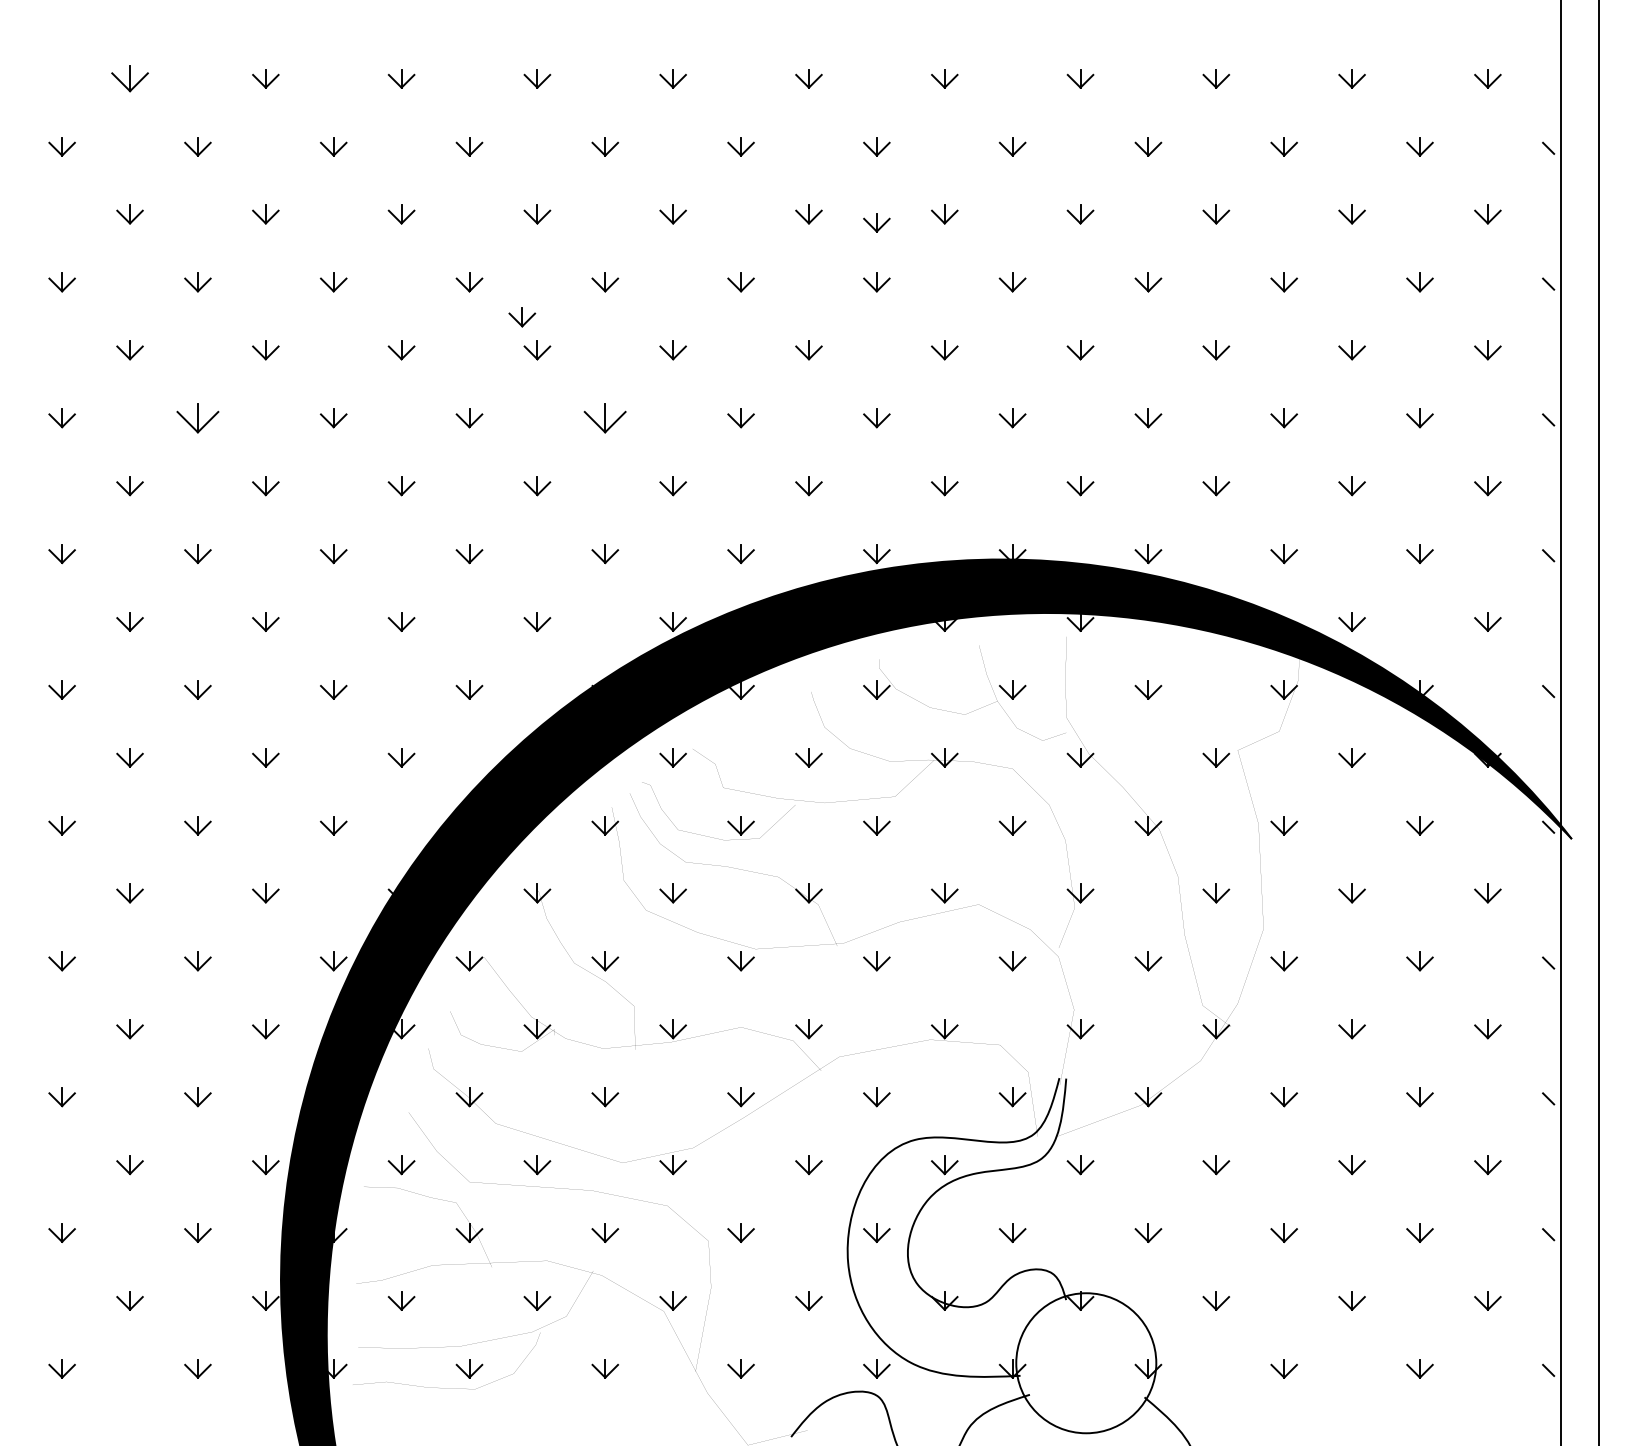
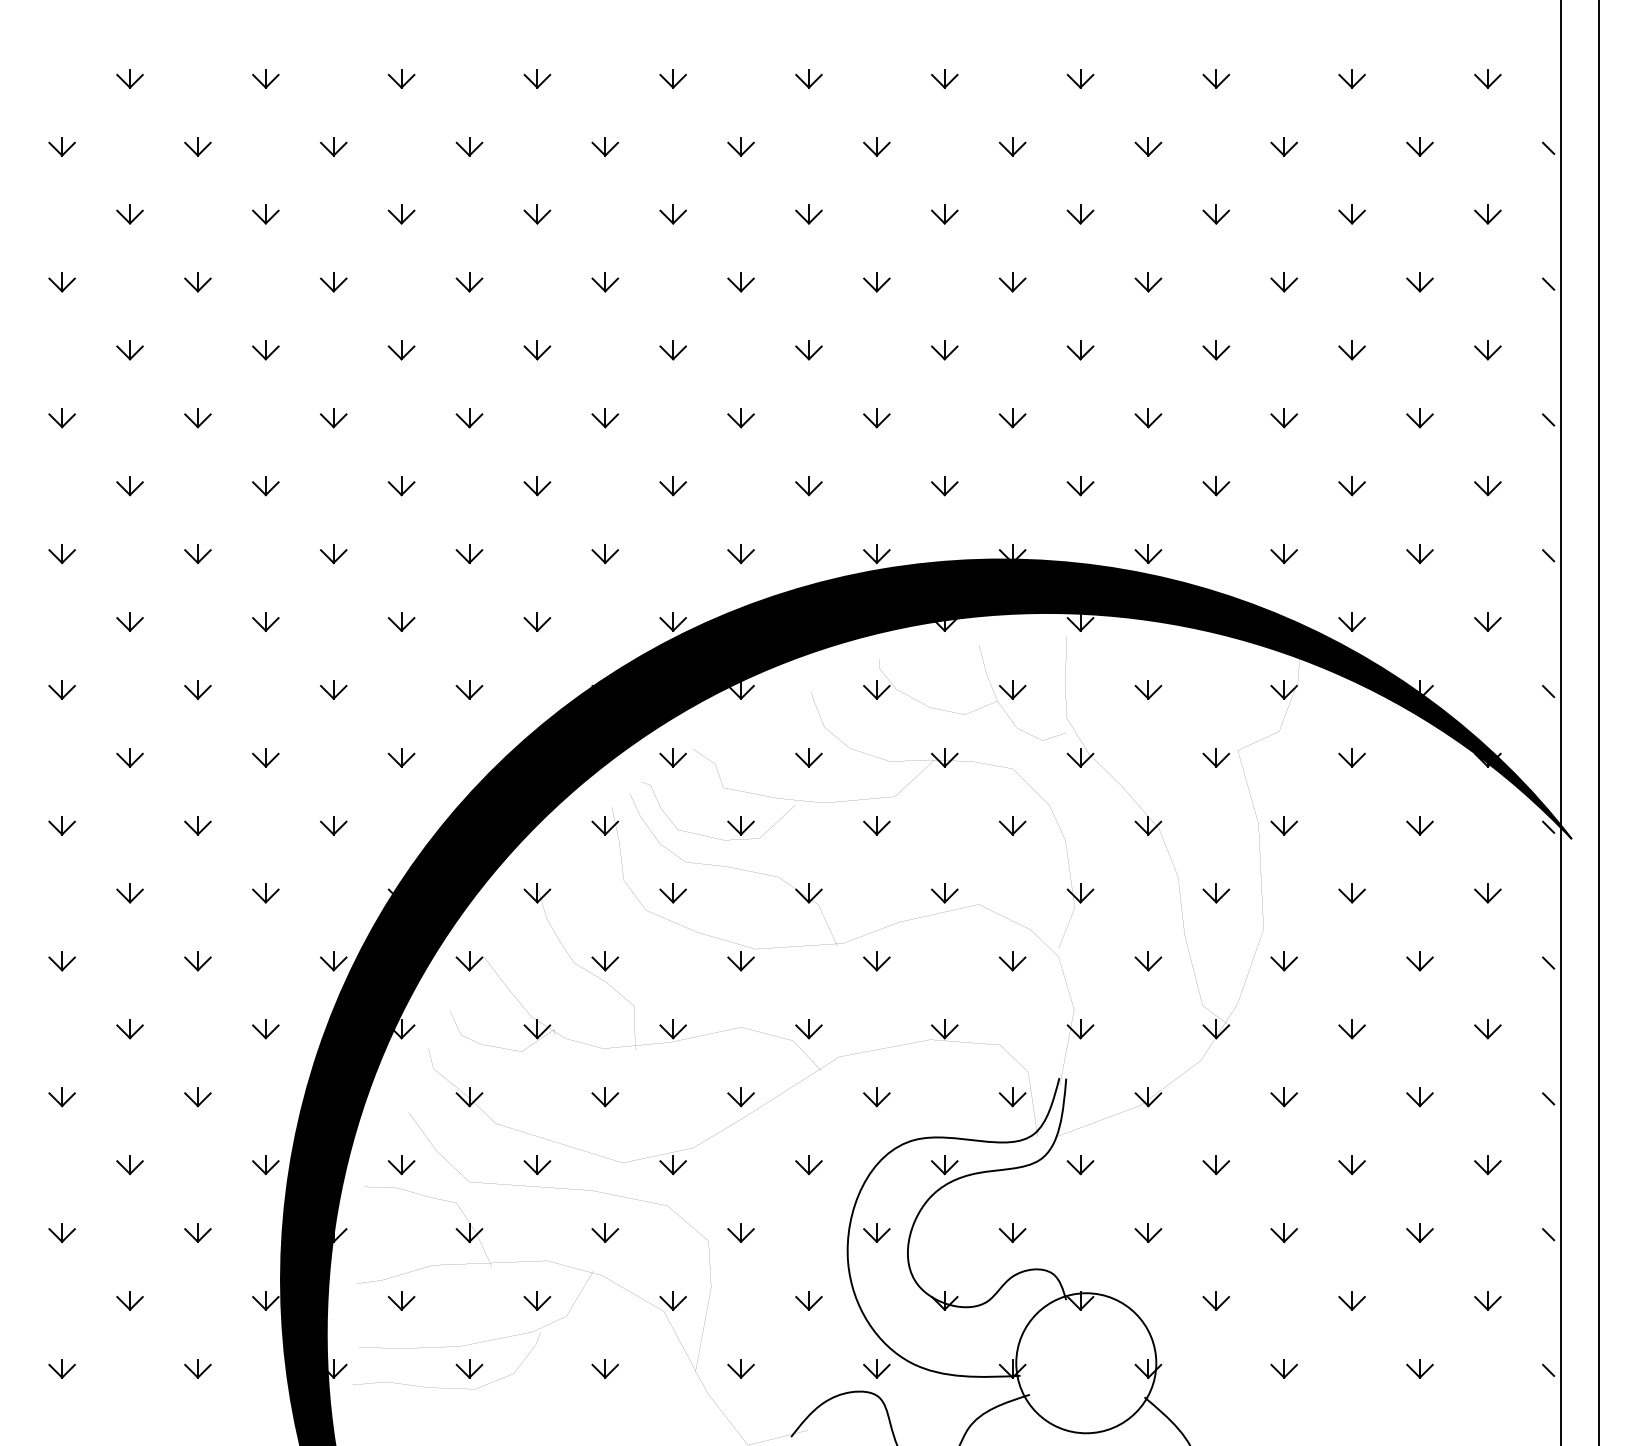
part at (129, 78) size: 38x28 px -> 28x20 px
part at (876, 222): present -> none
part at (522, 317): present -> none
part at (197, 418) size: 44x31 px -> 28x21 px
part at (604, 418) size: 44x31 px -> 29x21 px
